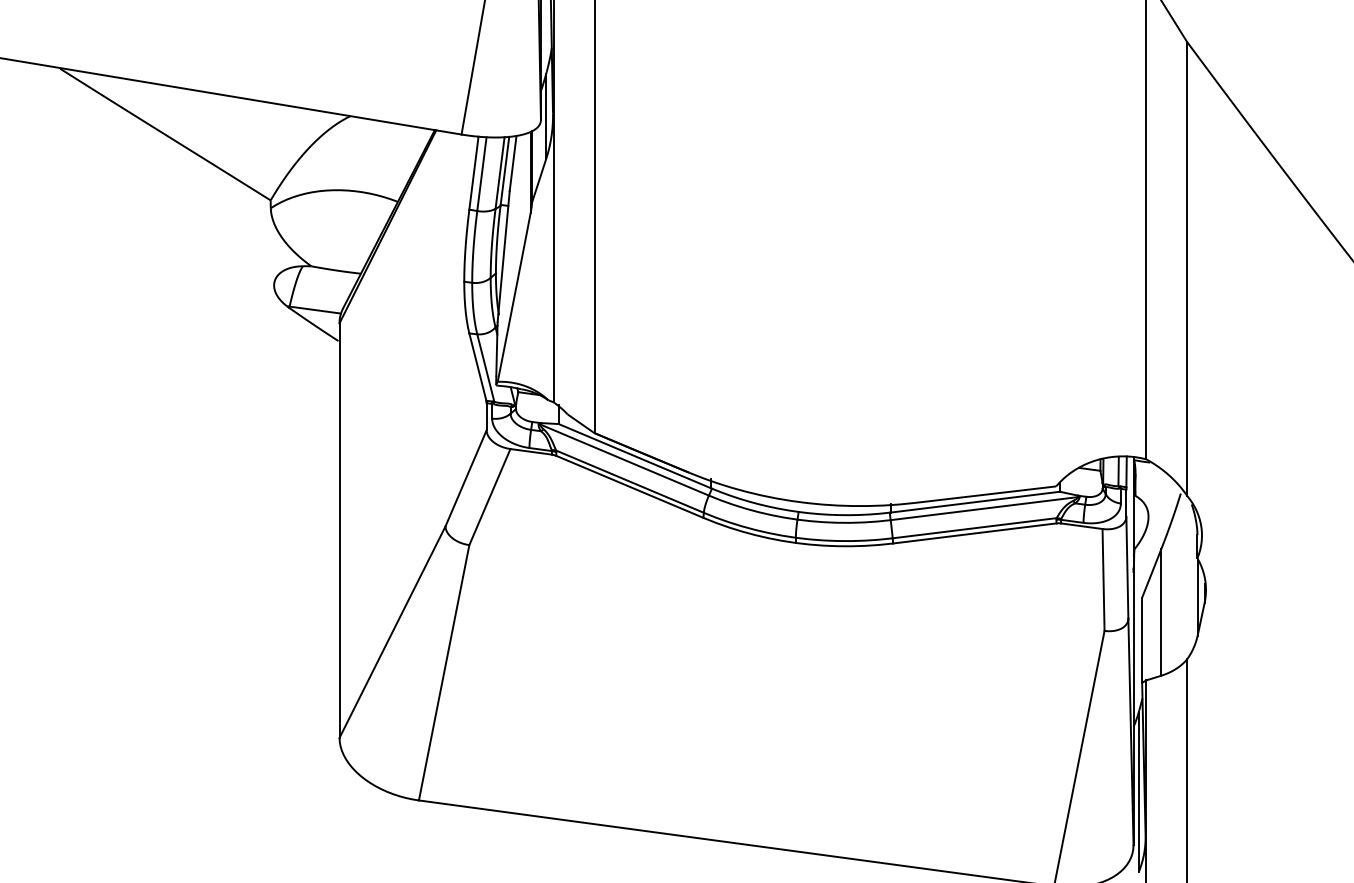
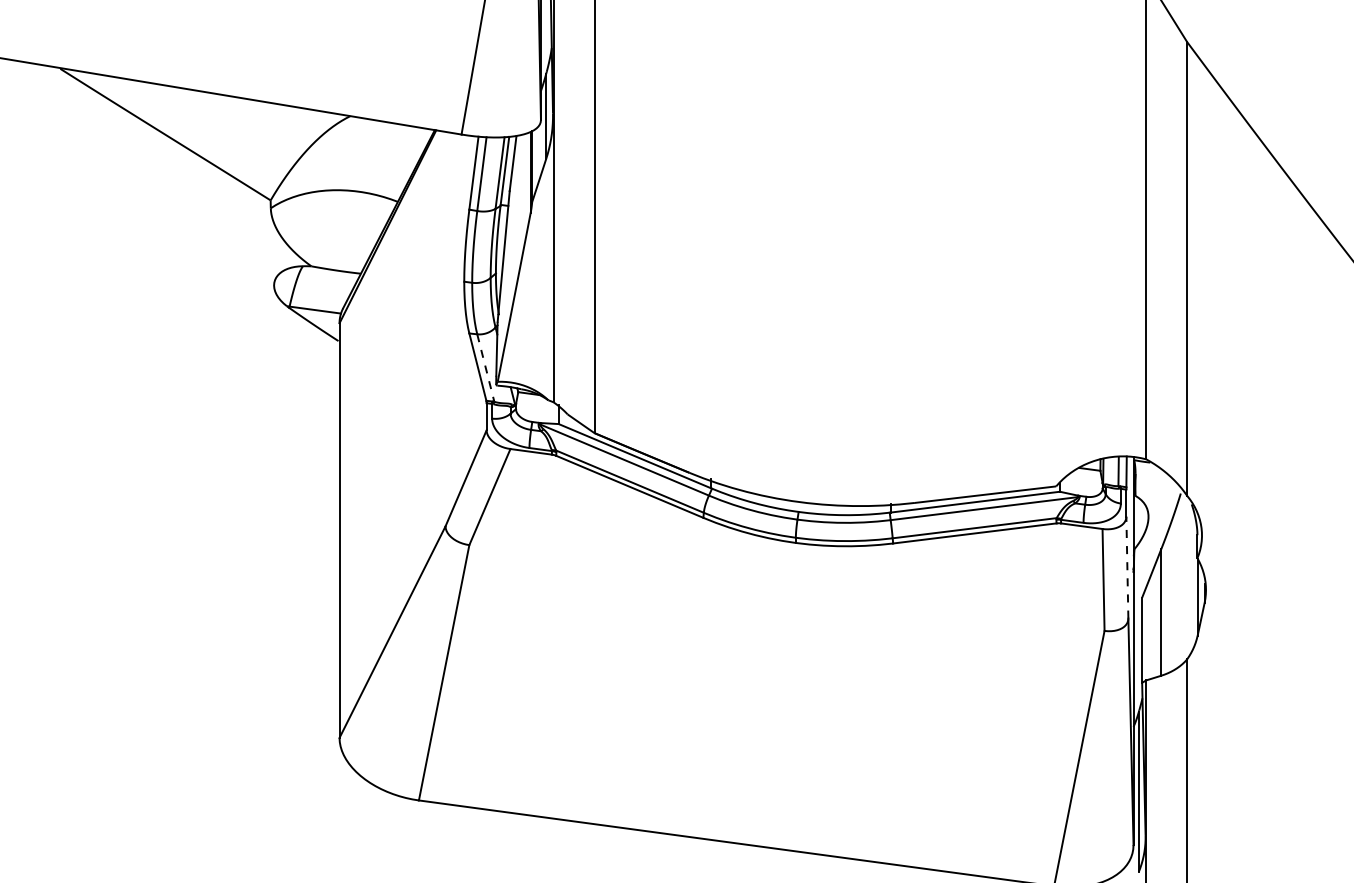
line at (485, 368): solid -> dashed
line at (1127, 567): solid -> dashed
